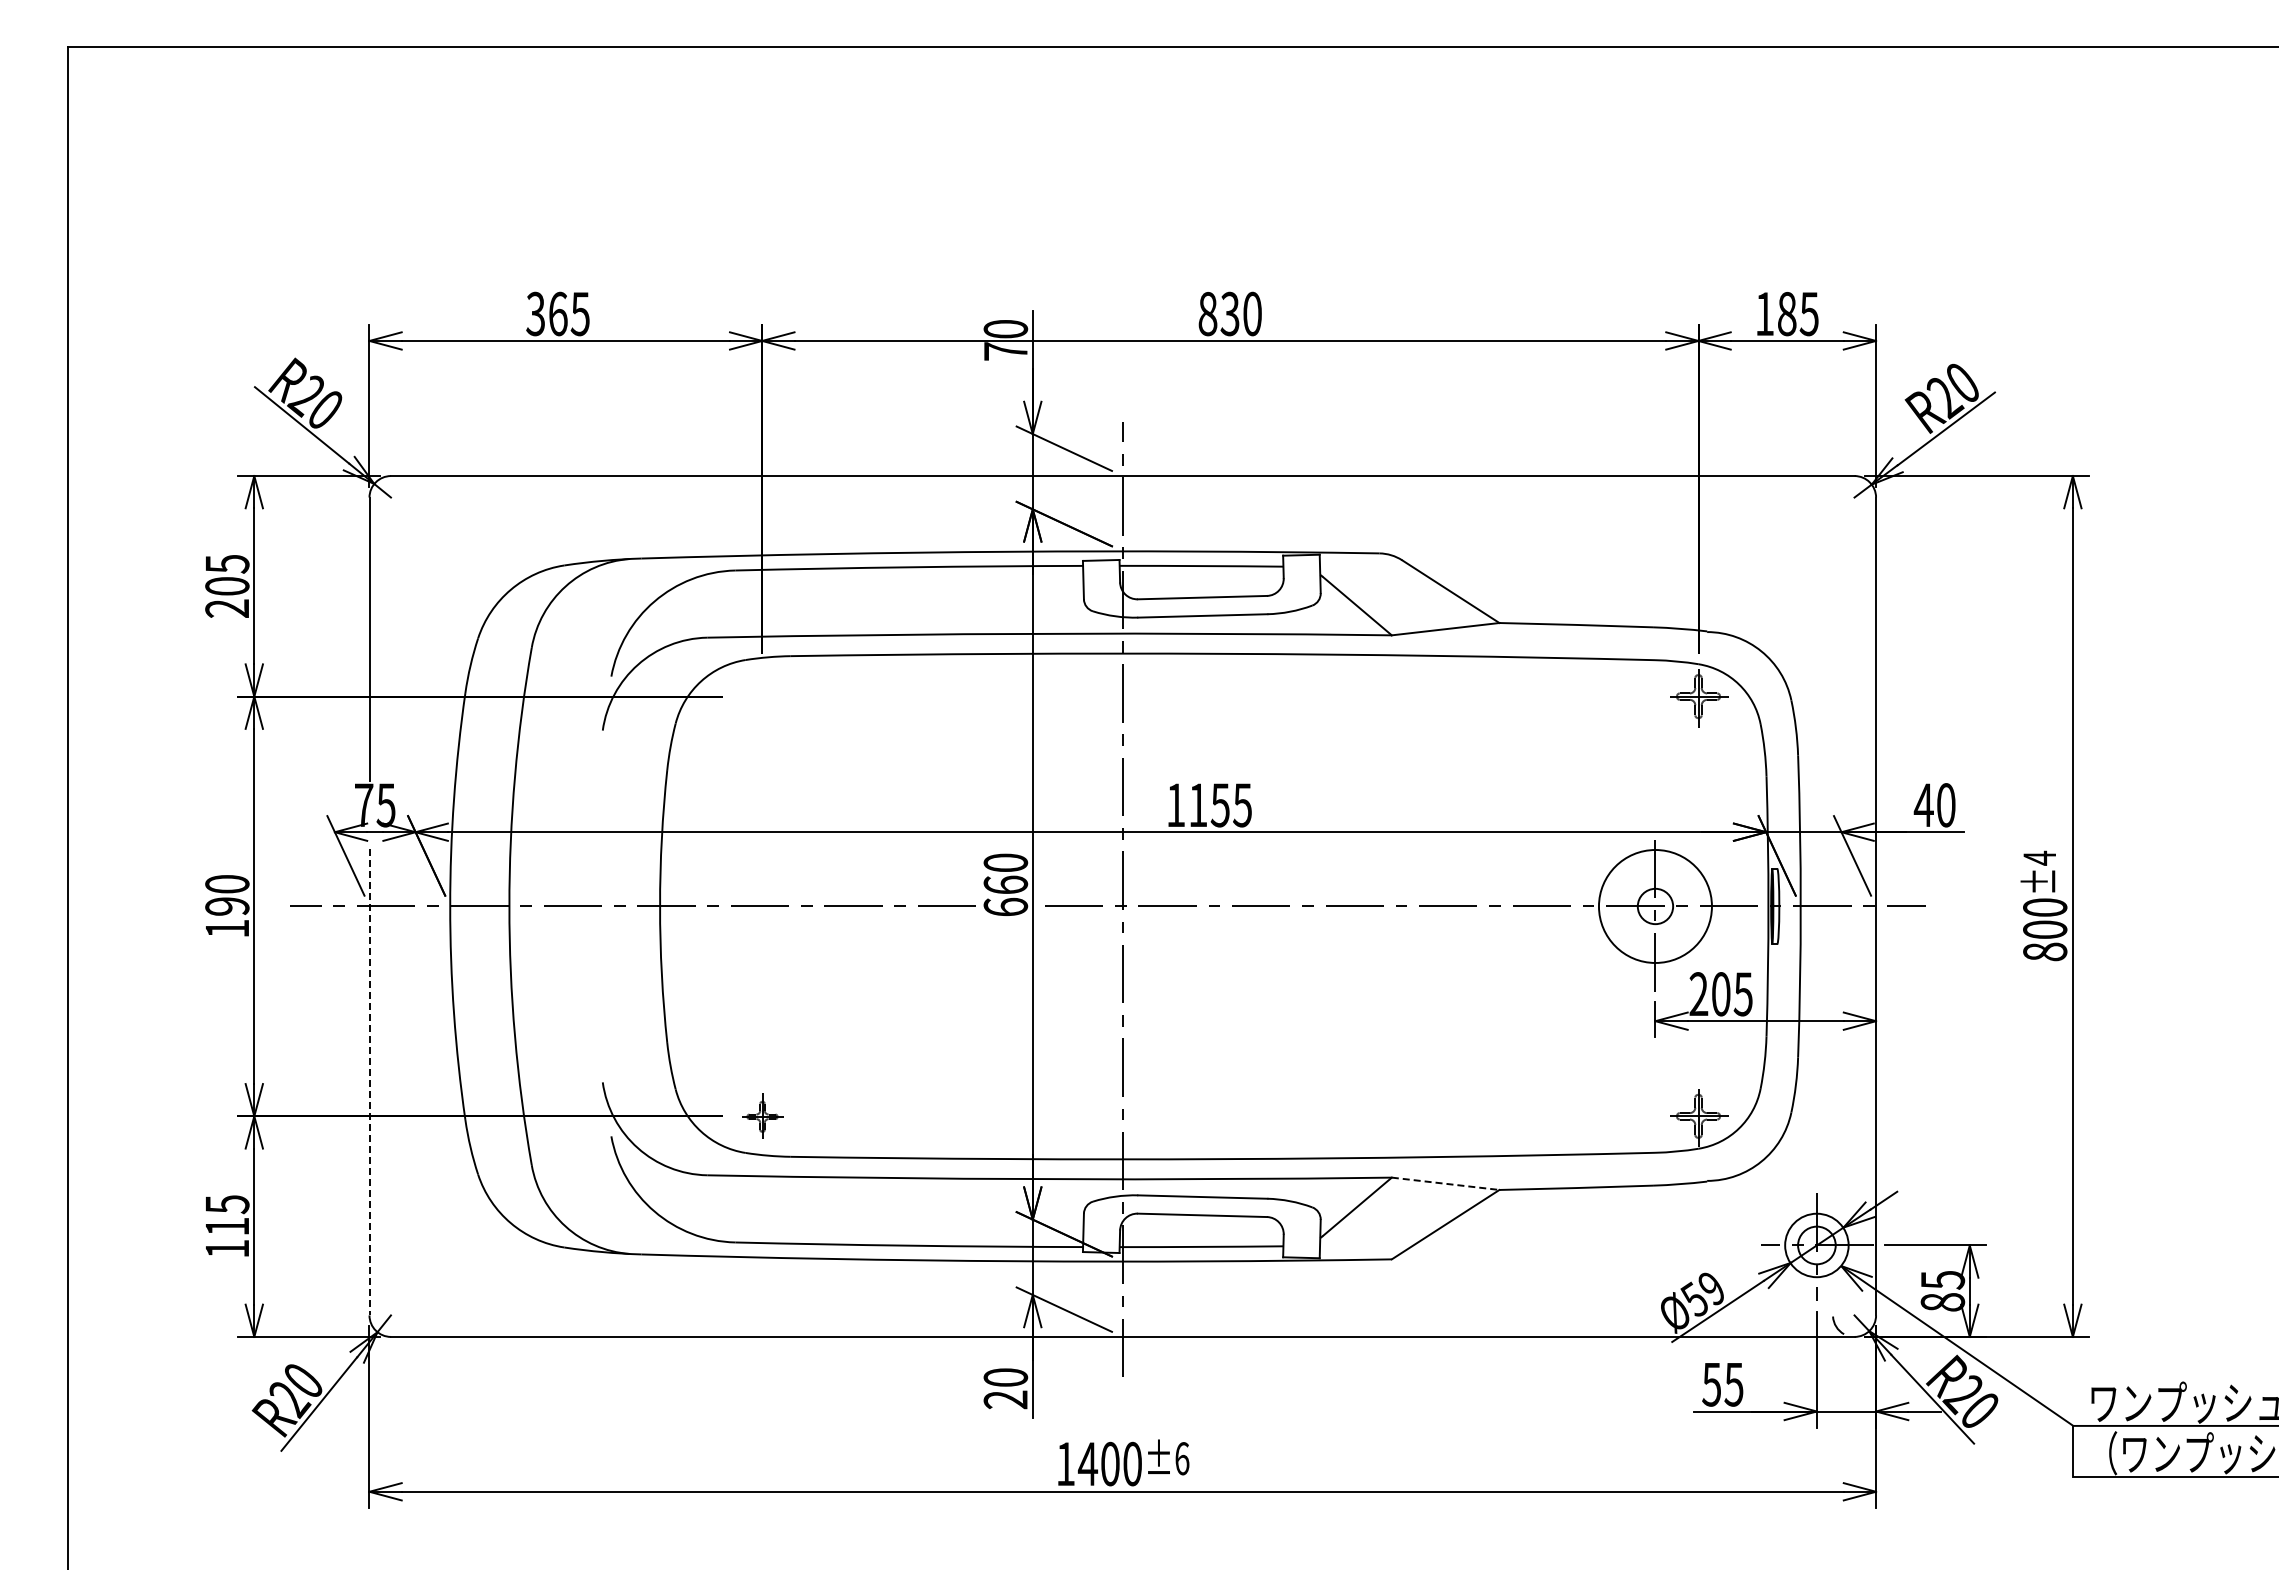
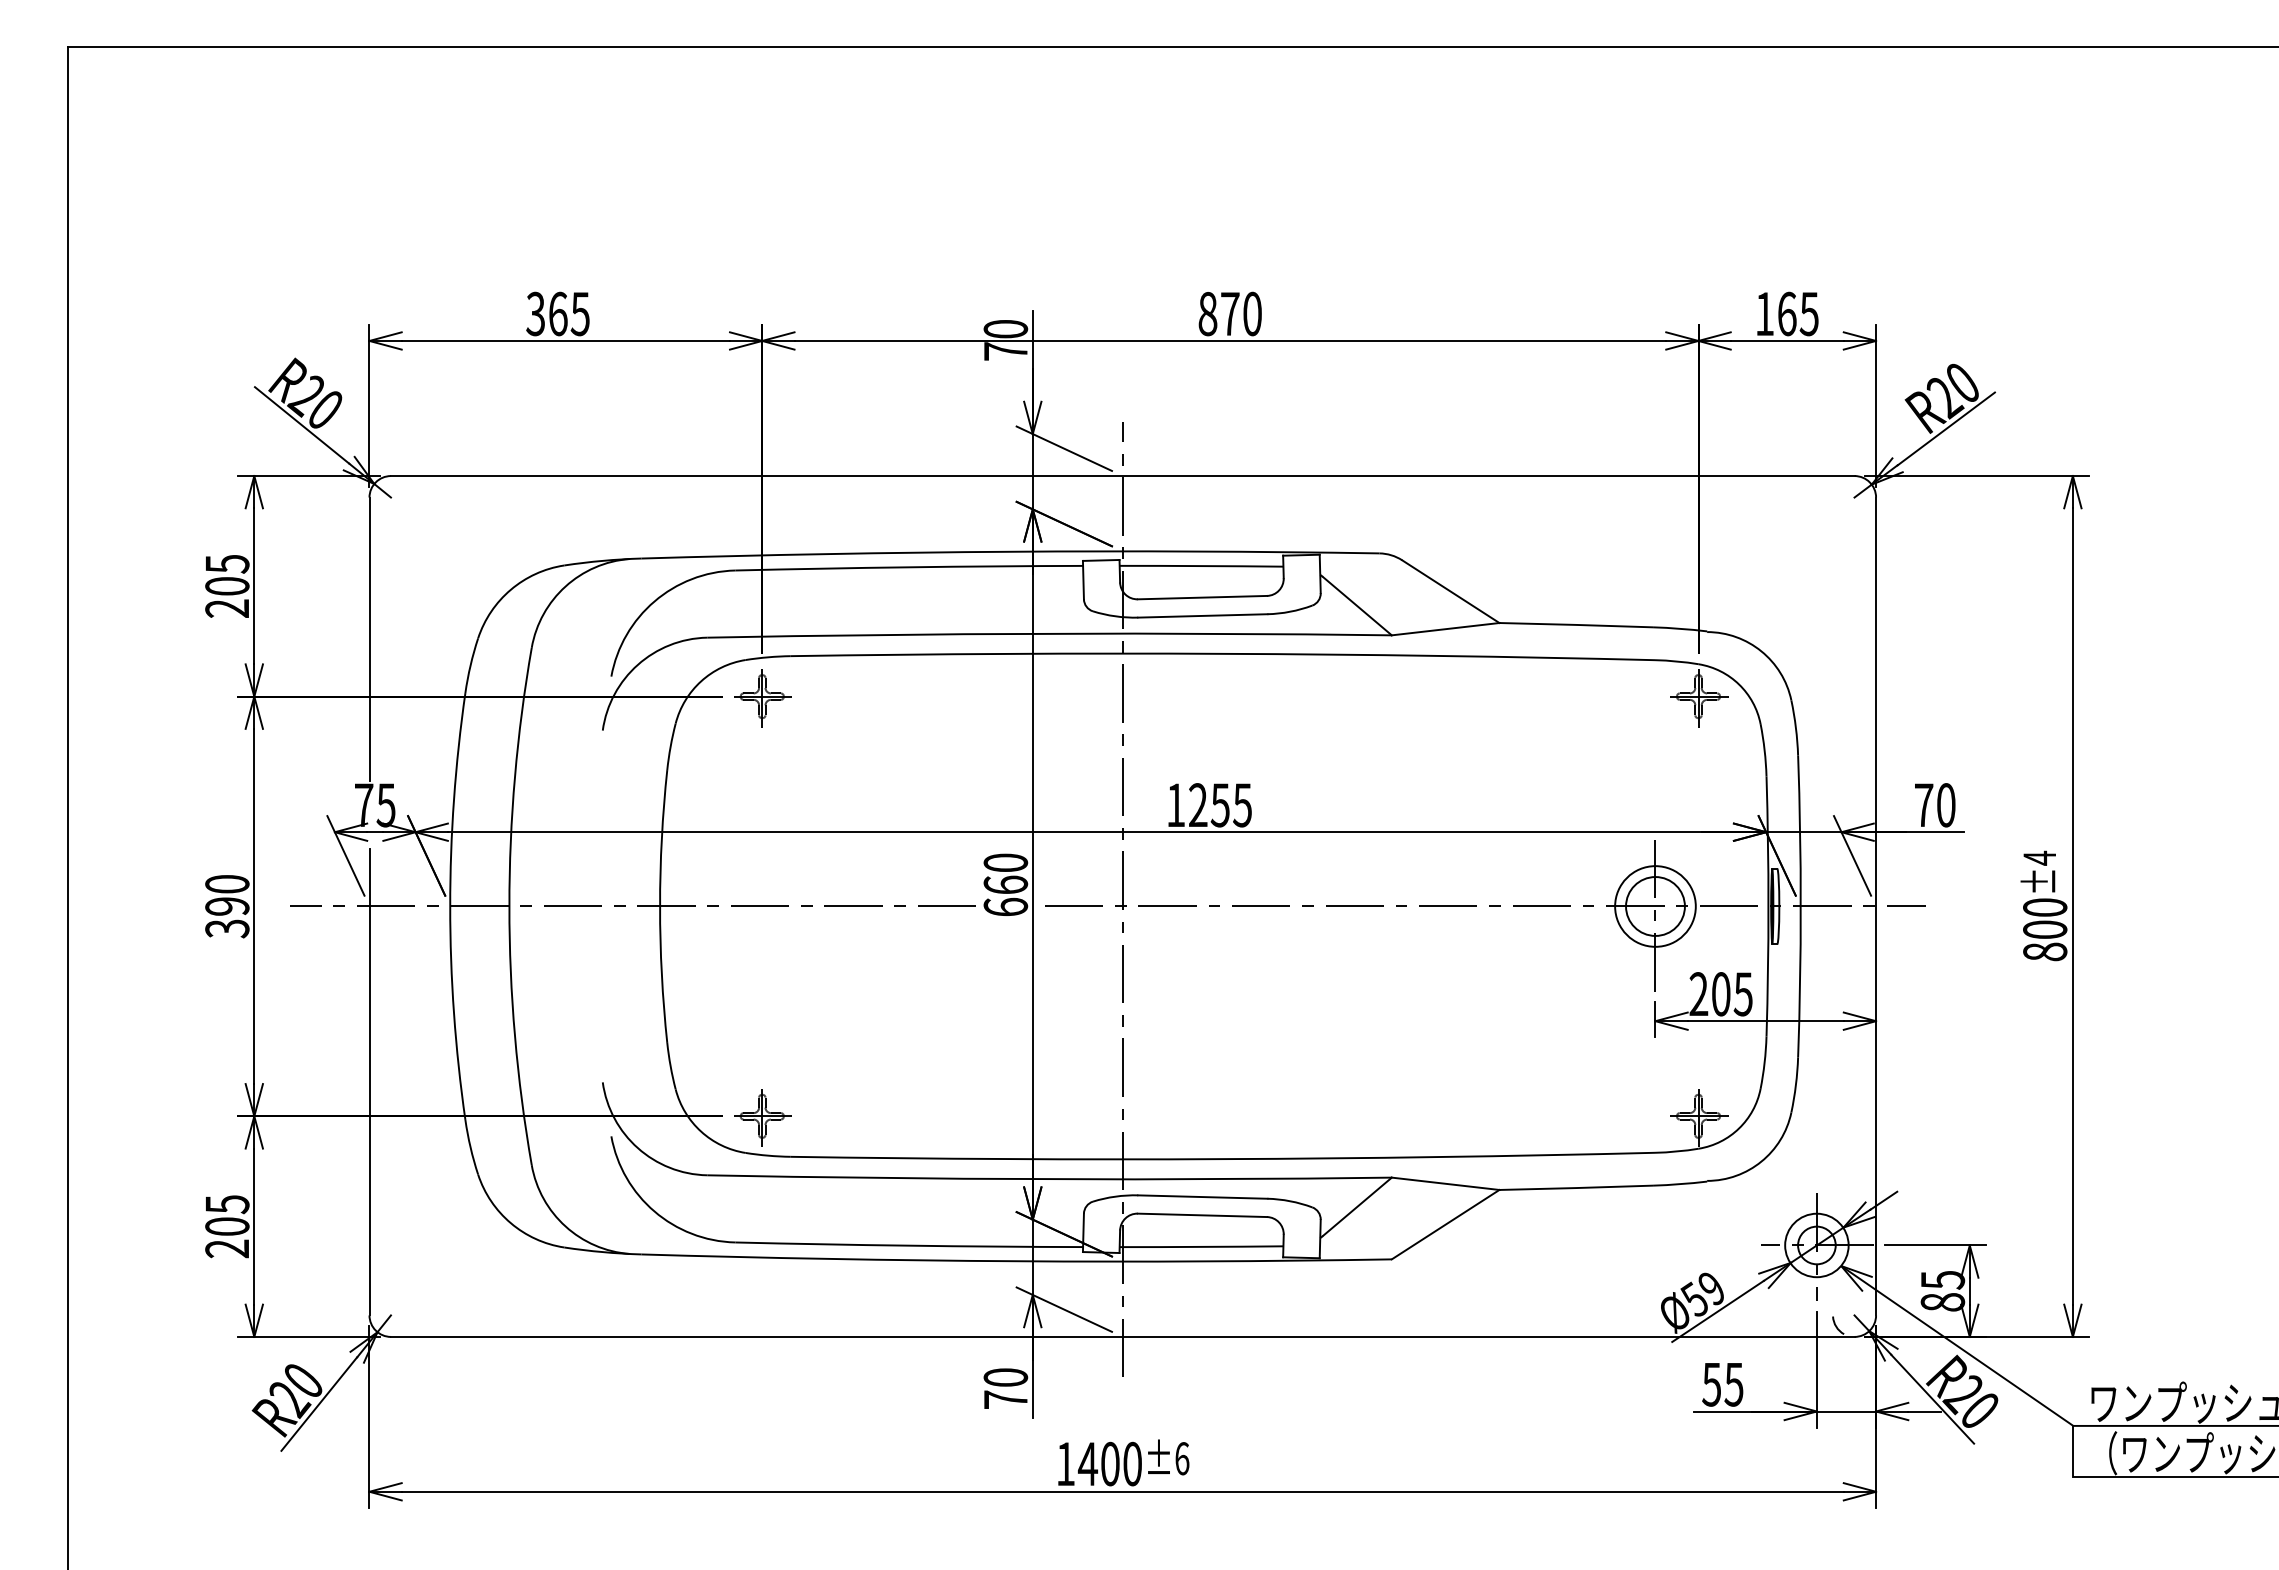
text at (1229, 313): 830 -> 870
text at (1787, 313): 185 -> 165
part at (762, 698): none -> present
text at (1198, 804): 1155 -> 1255
text at (1923, 804): 40 -> 70
circle at (1654, 906) diameter: 113 px -> 81 px
circle at (1655, 906) diameter: 35 px -> 59 px
text at (227, 928): 190 -> 390
line at (369, 1082): dashed -> solid
part at (762, 1115) size: 42x46 px -> 58x58 px
line at (1446, 1183): dashed -> solid
text at (227, 1237): 115 -> 205
text at (1005, 1399): 20 -> 70
